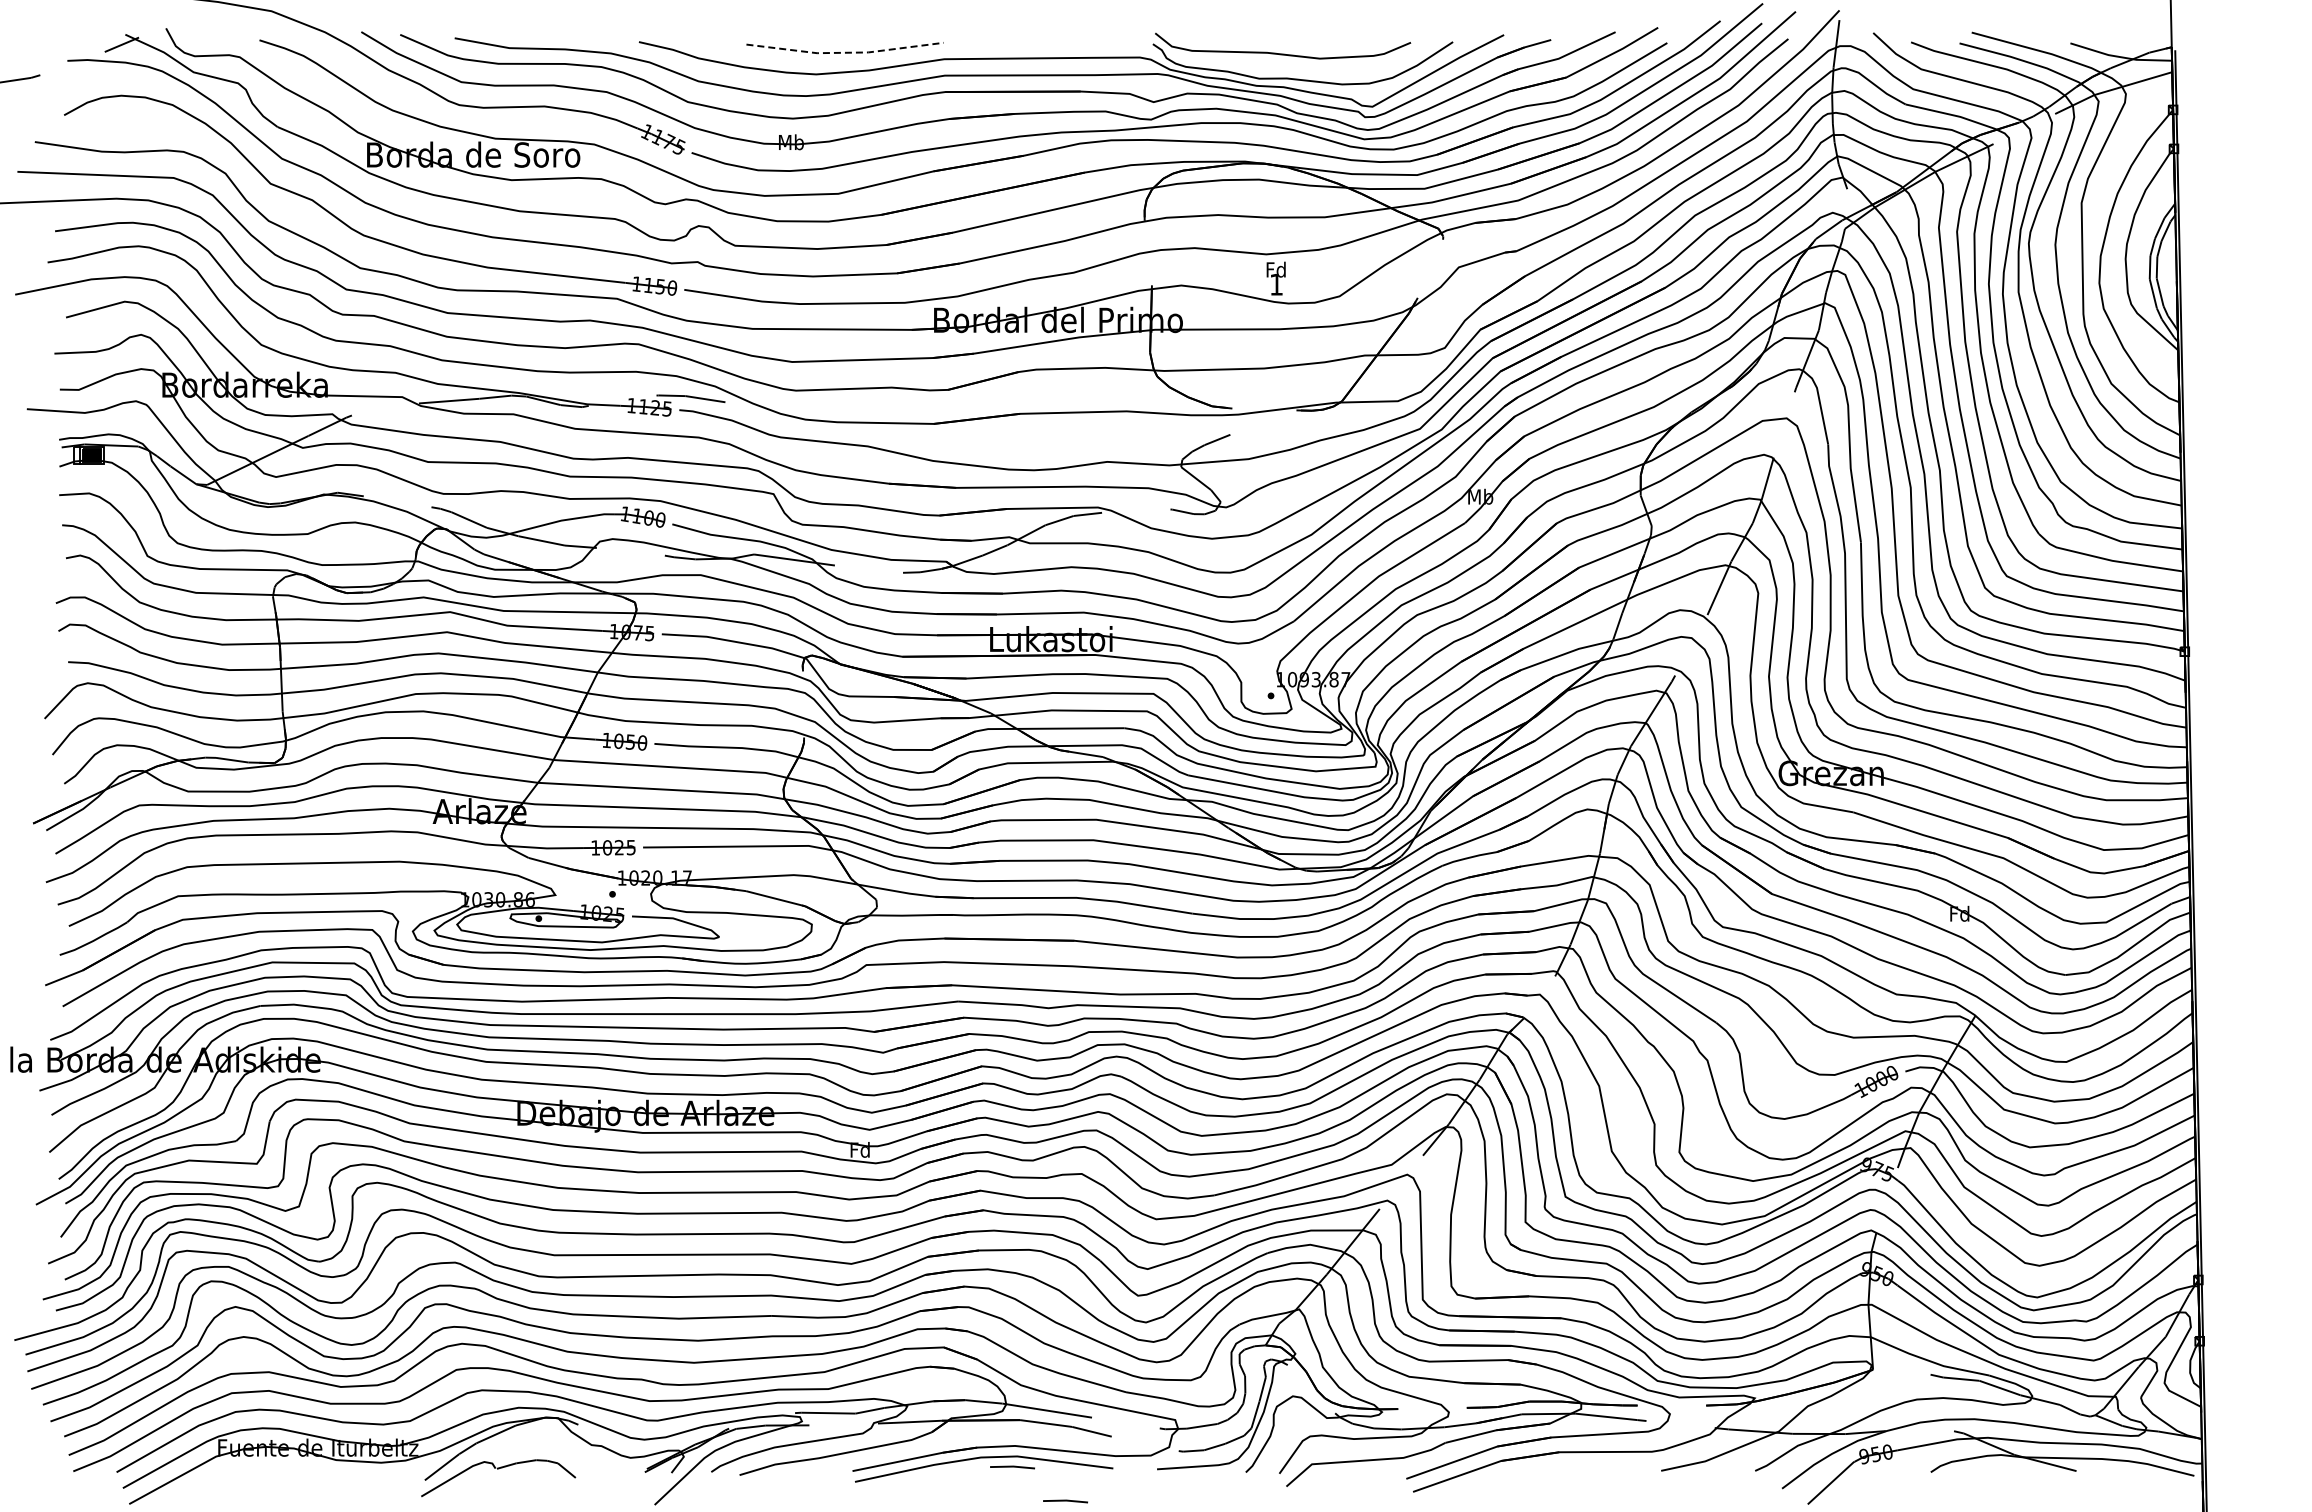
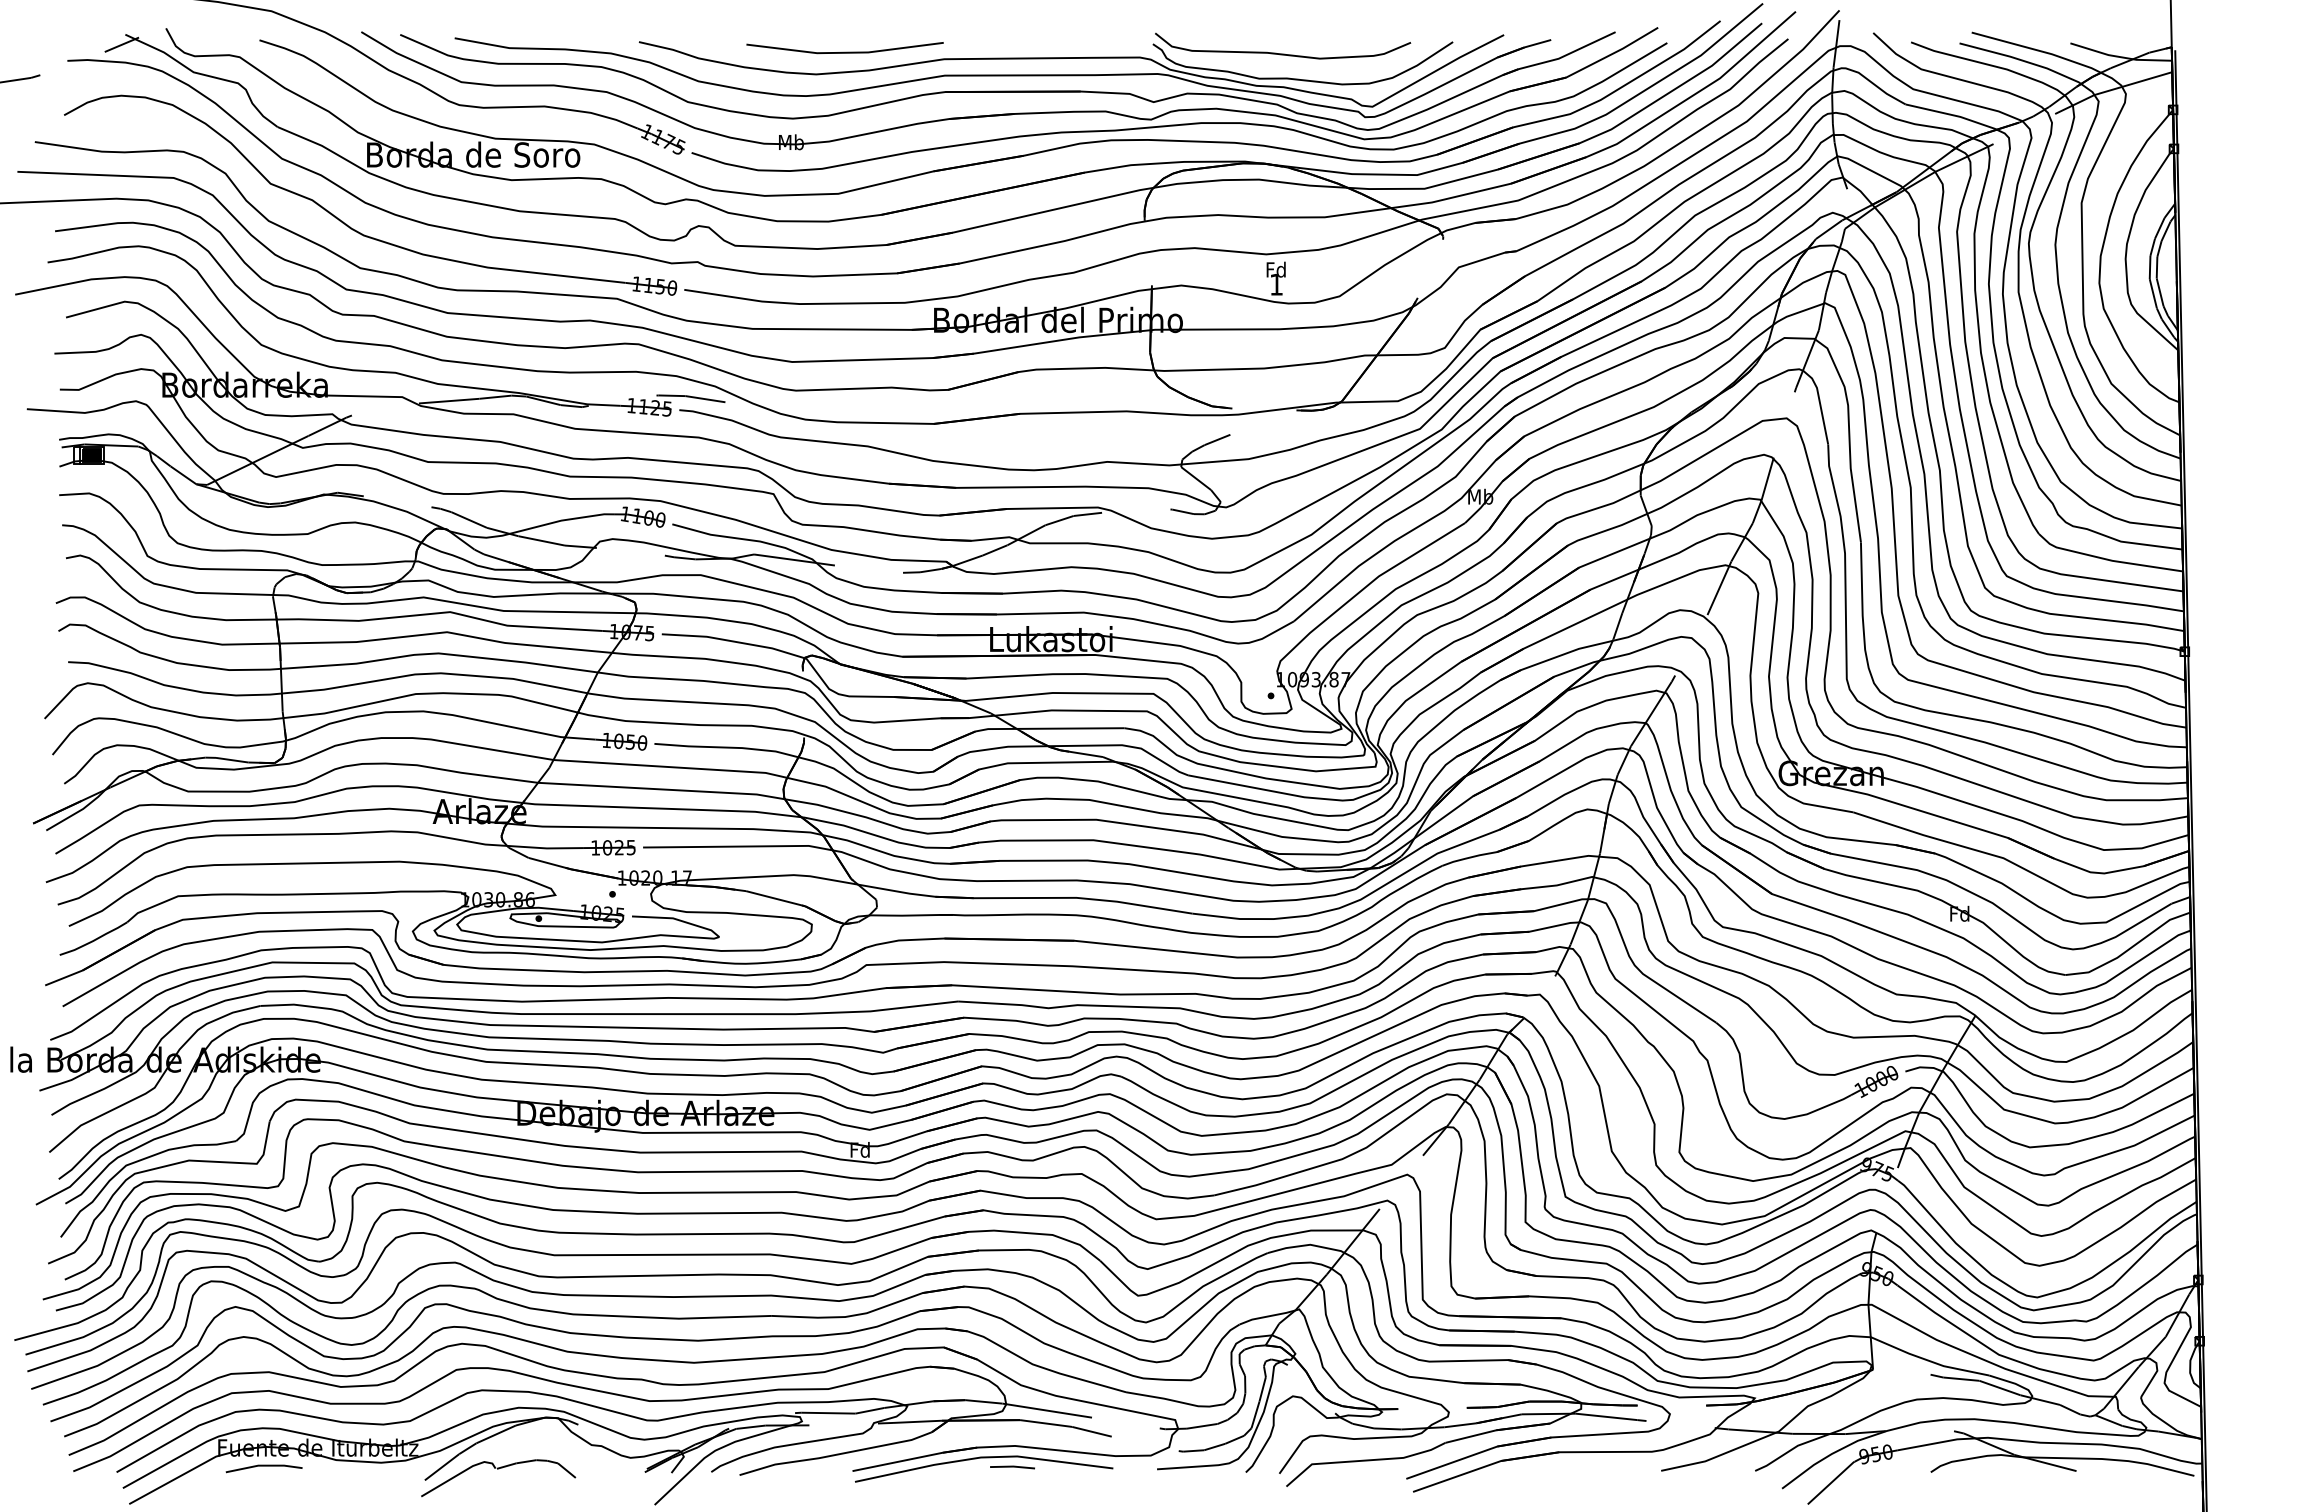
line at (845, 52): dashed -> solid
line at (263, 1466): none -> present
line at (1065, 1501): present -> none
